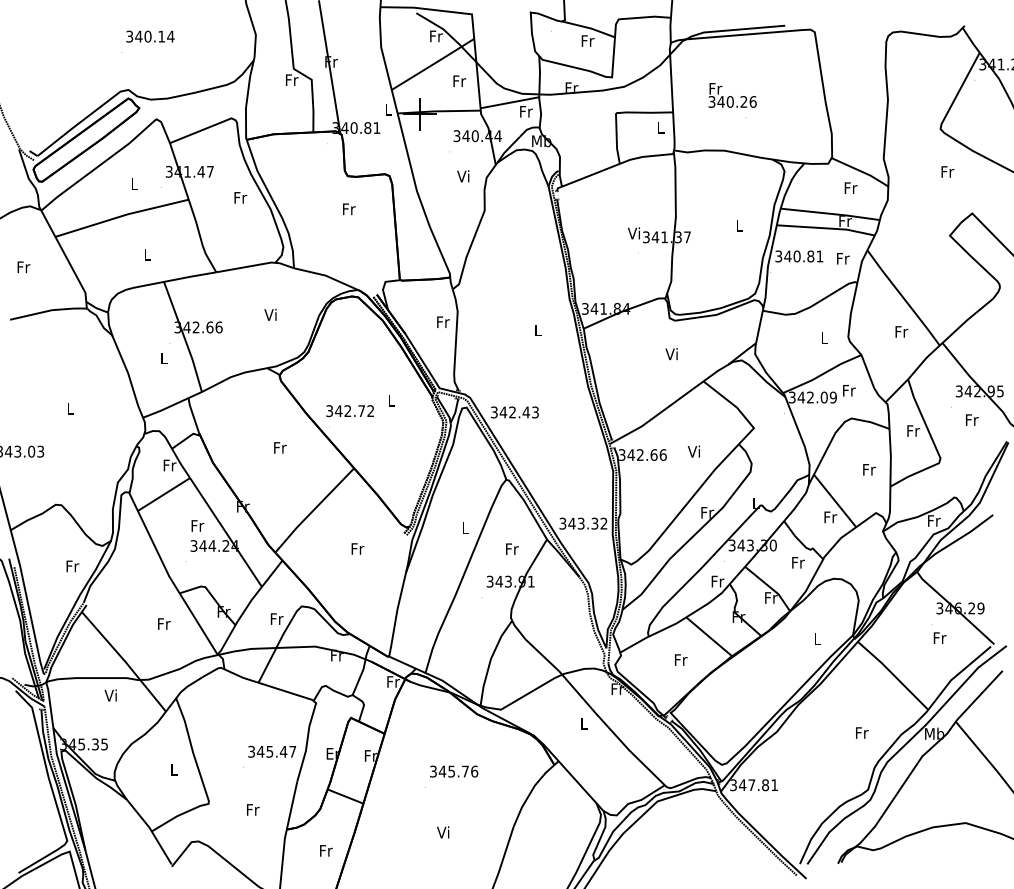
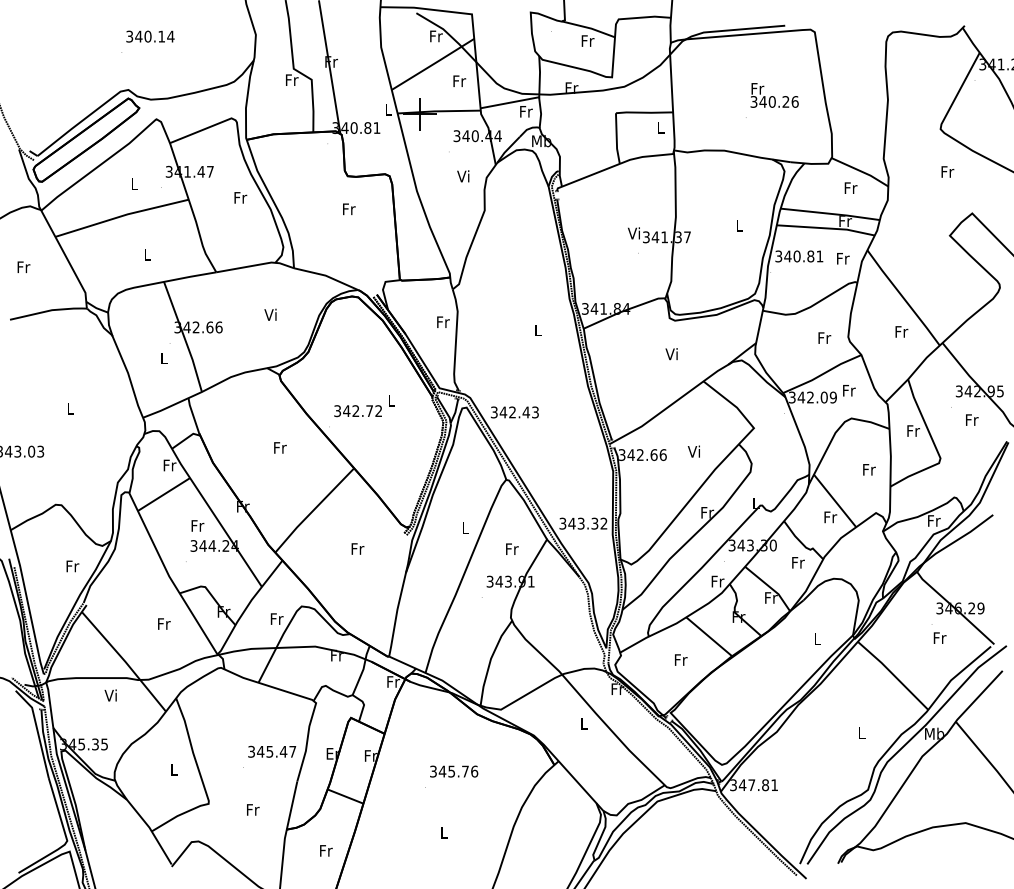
text at (732, 95) position: (732, 95) -> (774, 95)
text at (824, 337): L -> Fr
text at (349, 411) position: (349, 411) -> (357, 411)
text at (862, 732): Fr -> L
text at (443, 832): Vi -> L
